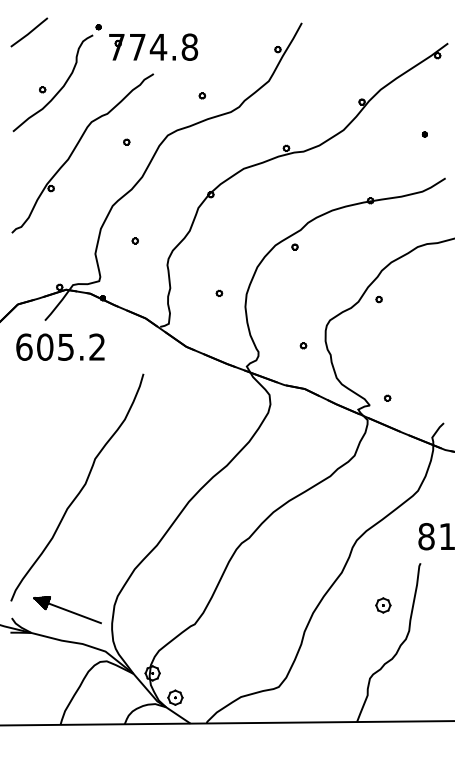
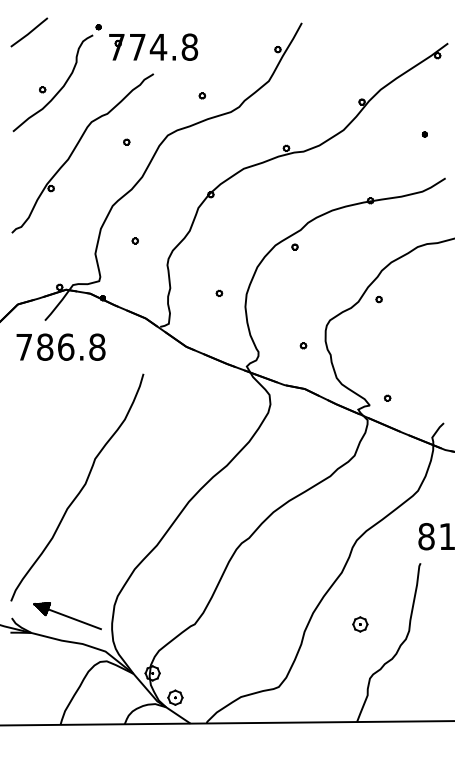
text at (60, 346): 605.2 -> 786.8
part at (383, 605) position: (383, 605) -> (360, 624)
part at (67, 610) position: (67, 610) -> (67, 616)
